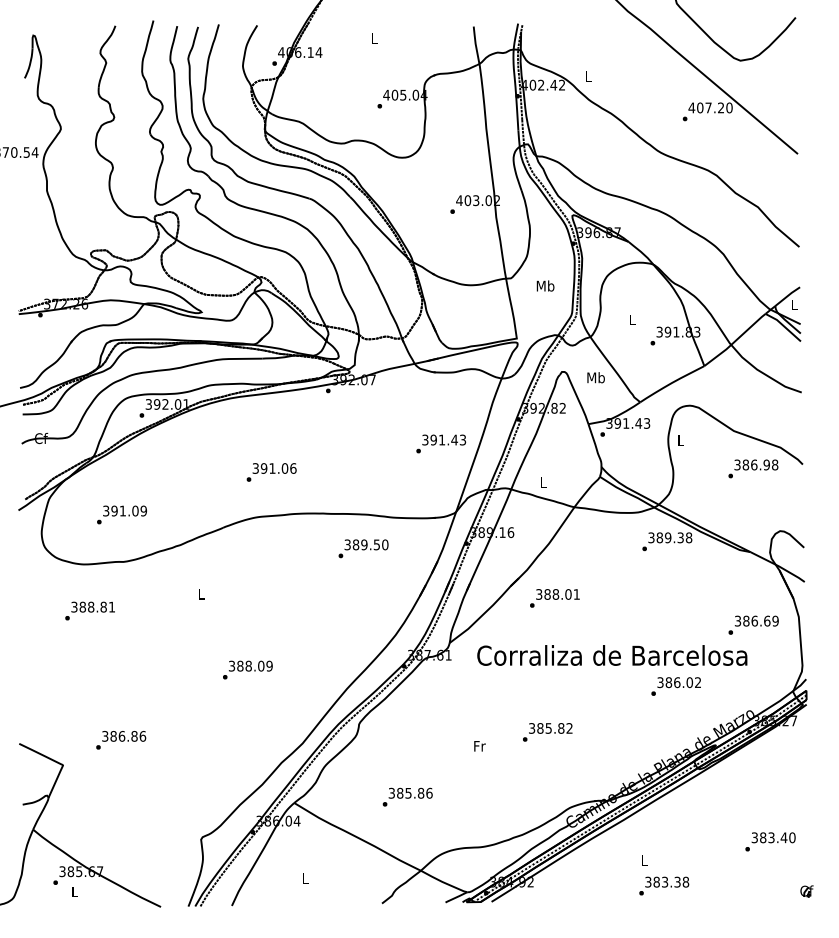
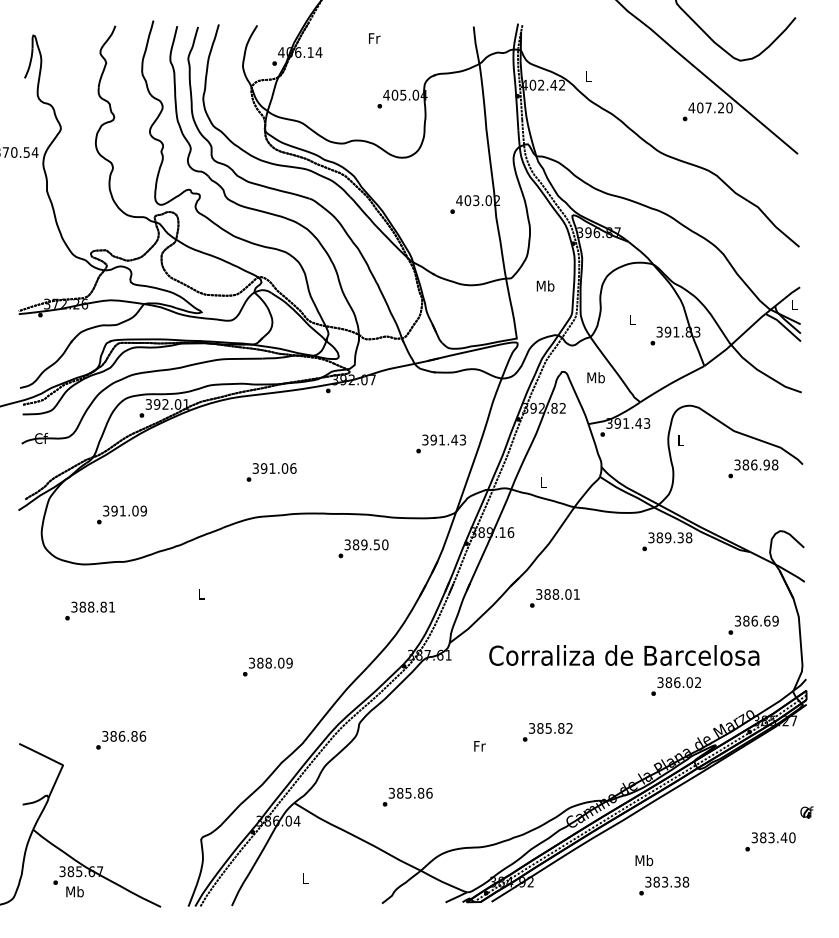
text at (374, 38): L -> Fr
text at (612, 655) position: (612, 655) -> (624, 655)
text at (247, 669) position: (247, 669) -> (267, 666)
text at (644, 860): L -> Mb
text at (74, 891): L -> Mb
part at (806, 891) position: (806, 891) -> (806, 812)
